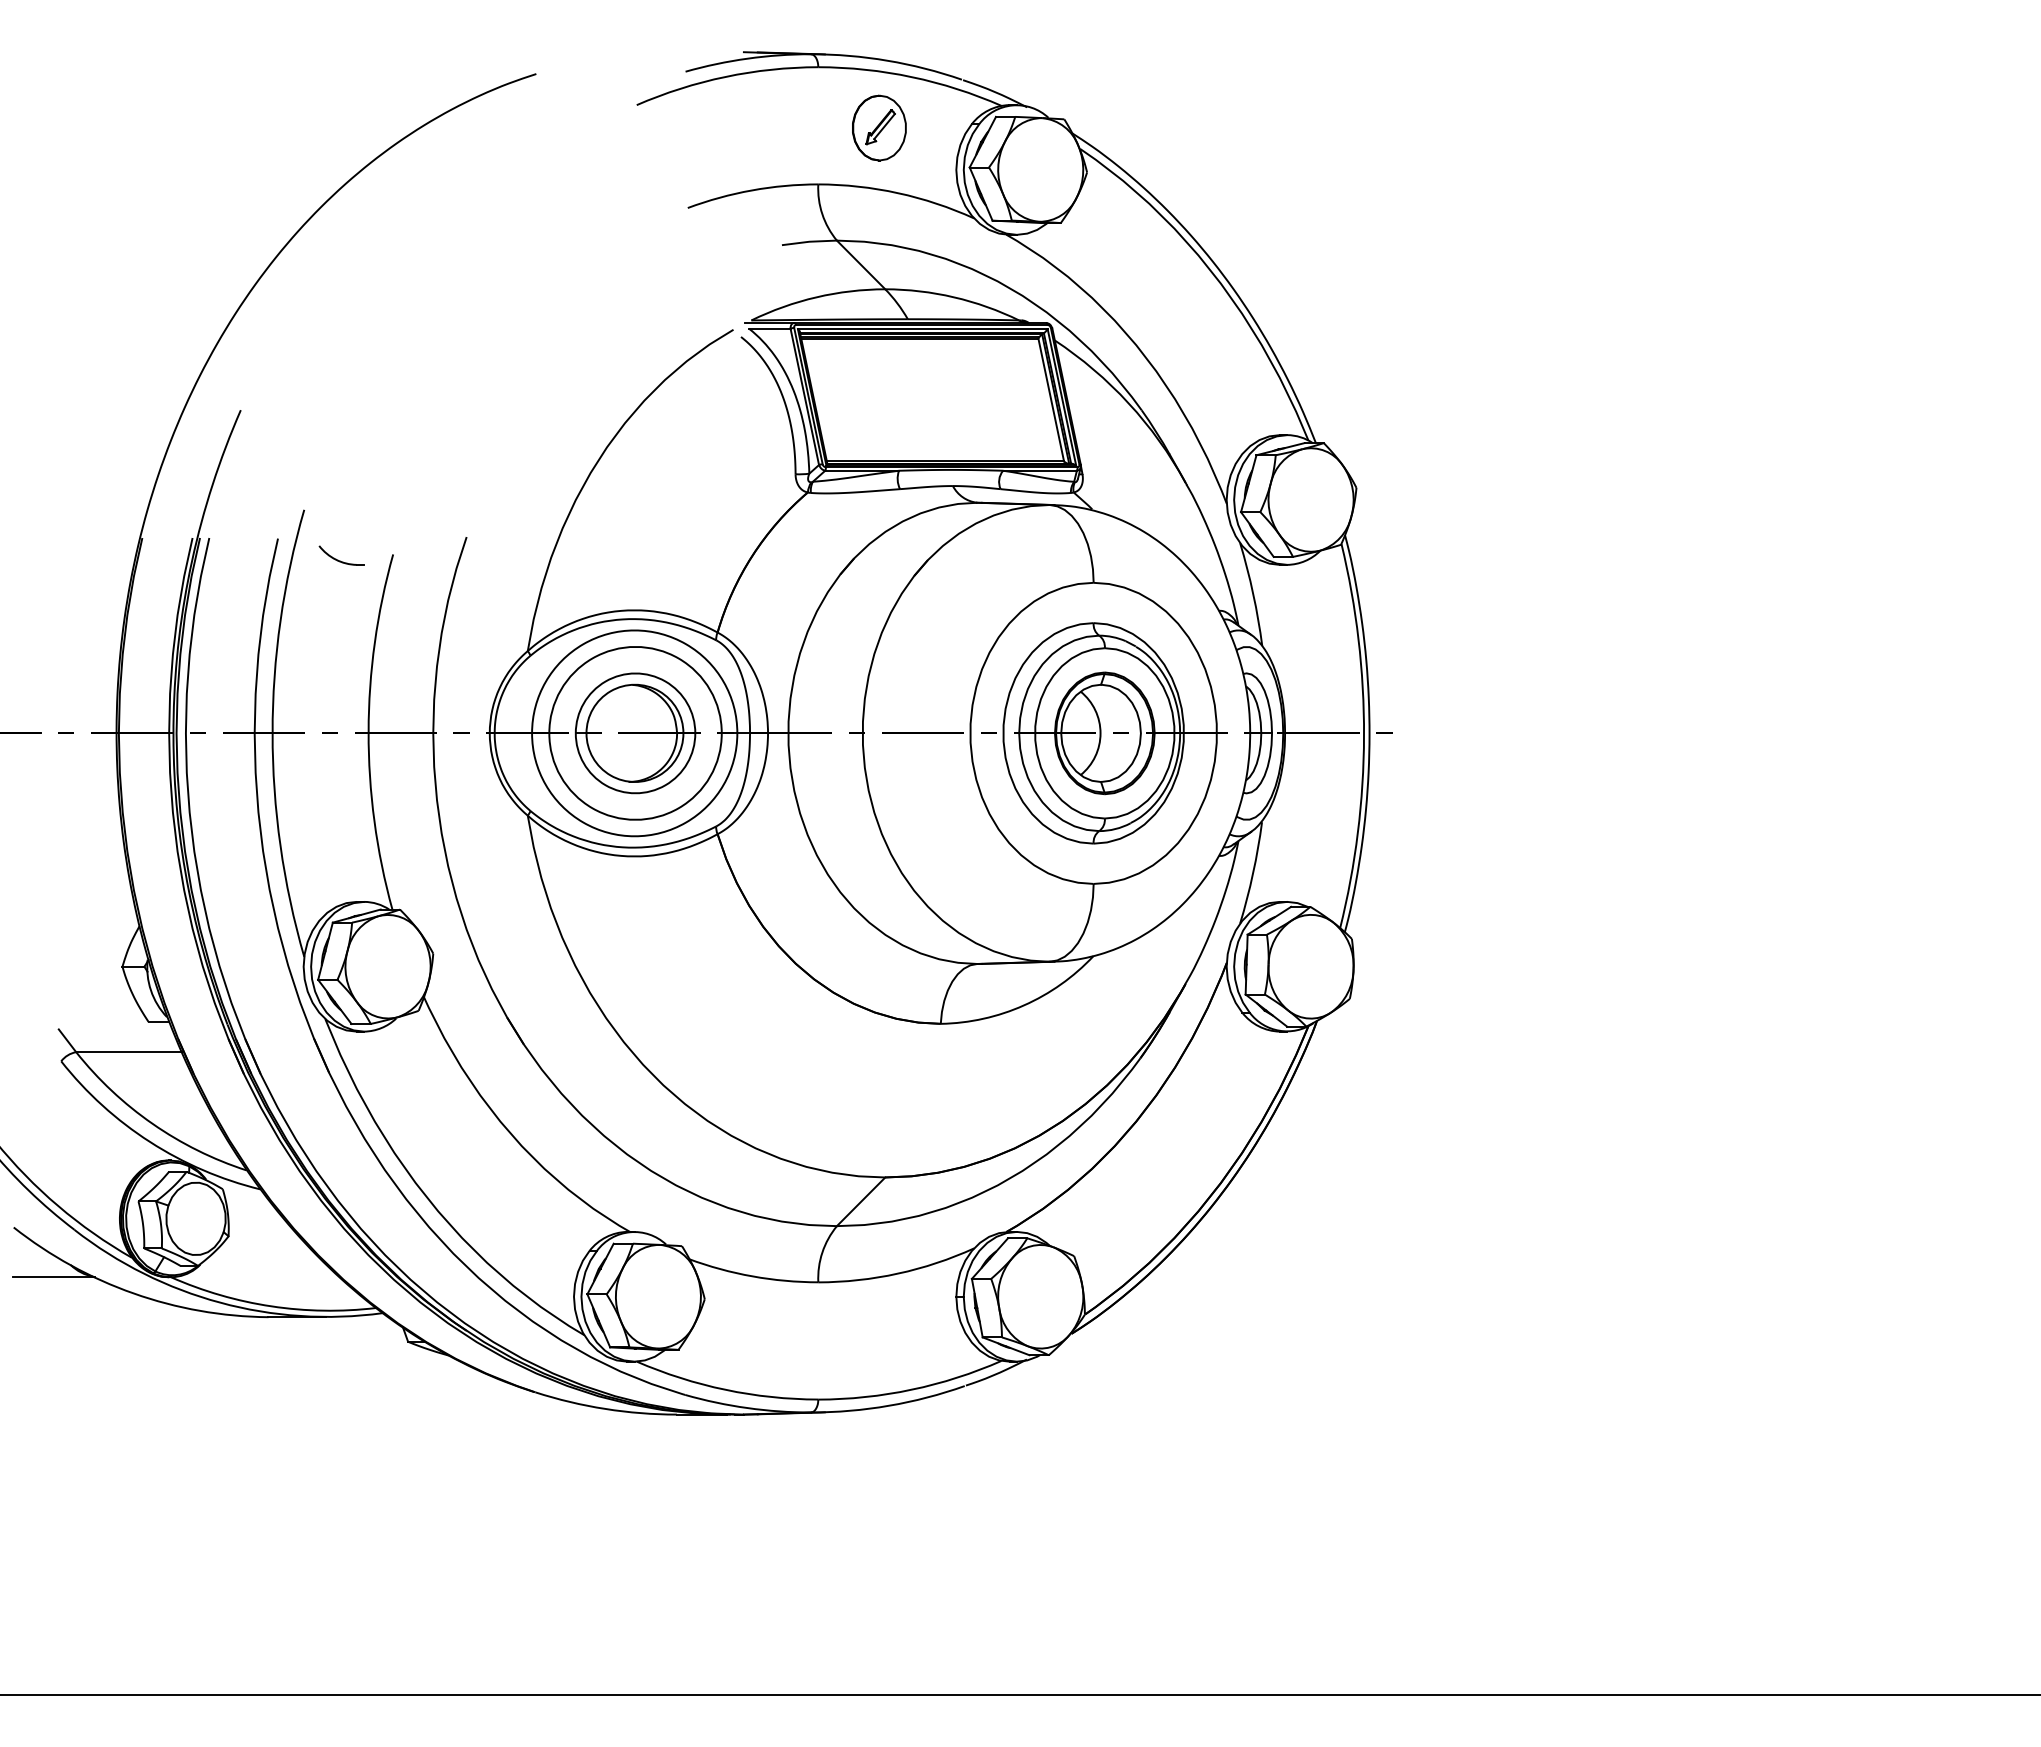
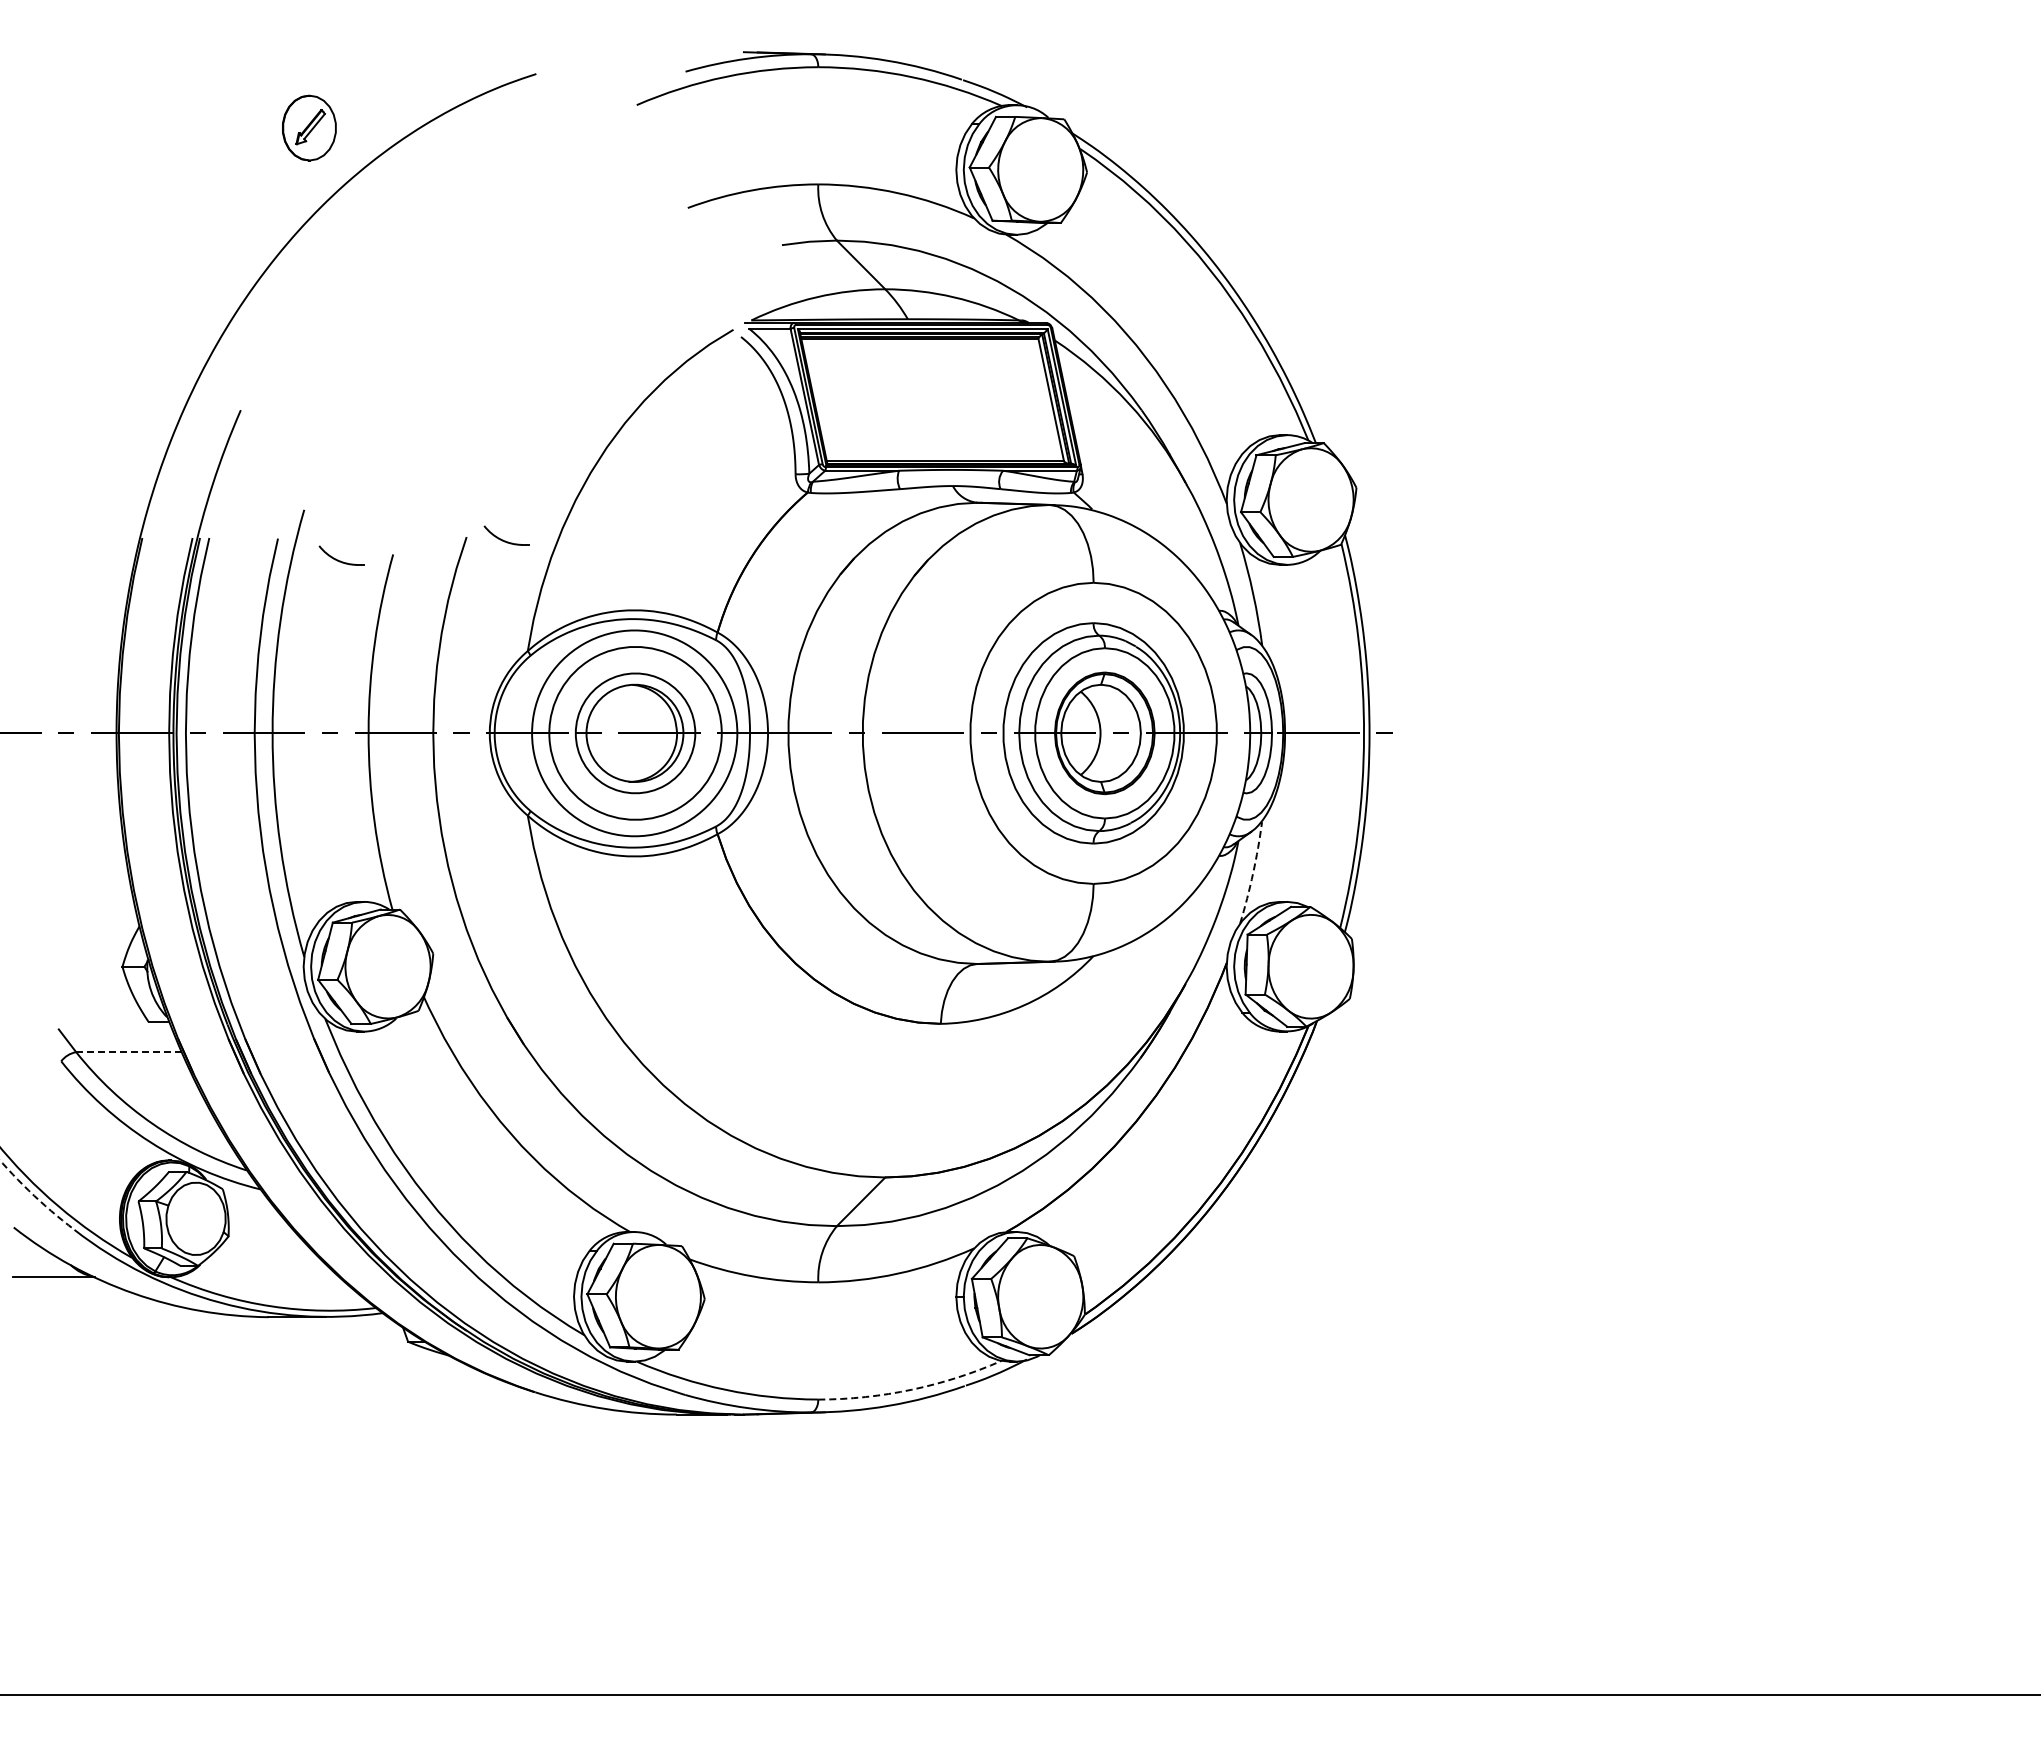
part at (879, 127) position: (879, 127) -> (309, 127)
part at (506, 535): none -> present
arc at (1253, 873): solid -> dashed
line at (128, 1052): solid -> dashed
arc at (35, 1197): solid -> dashed
arc at (911, 1389): solid -> dashed
